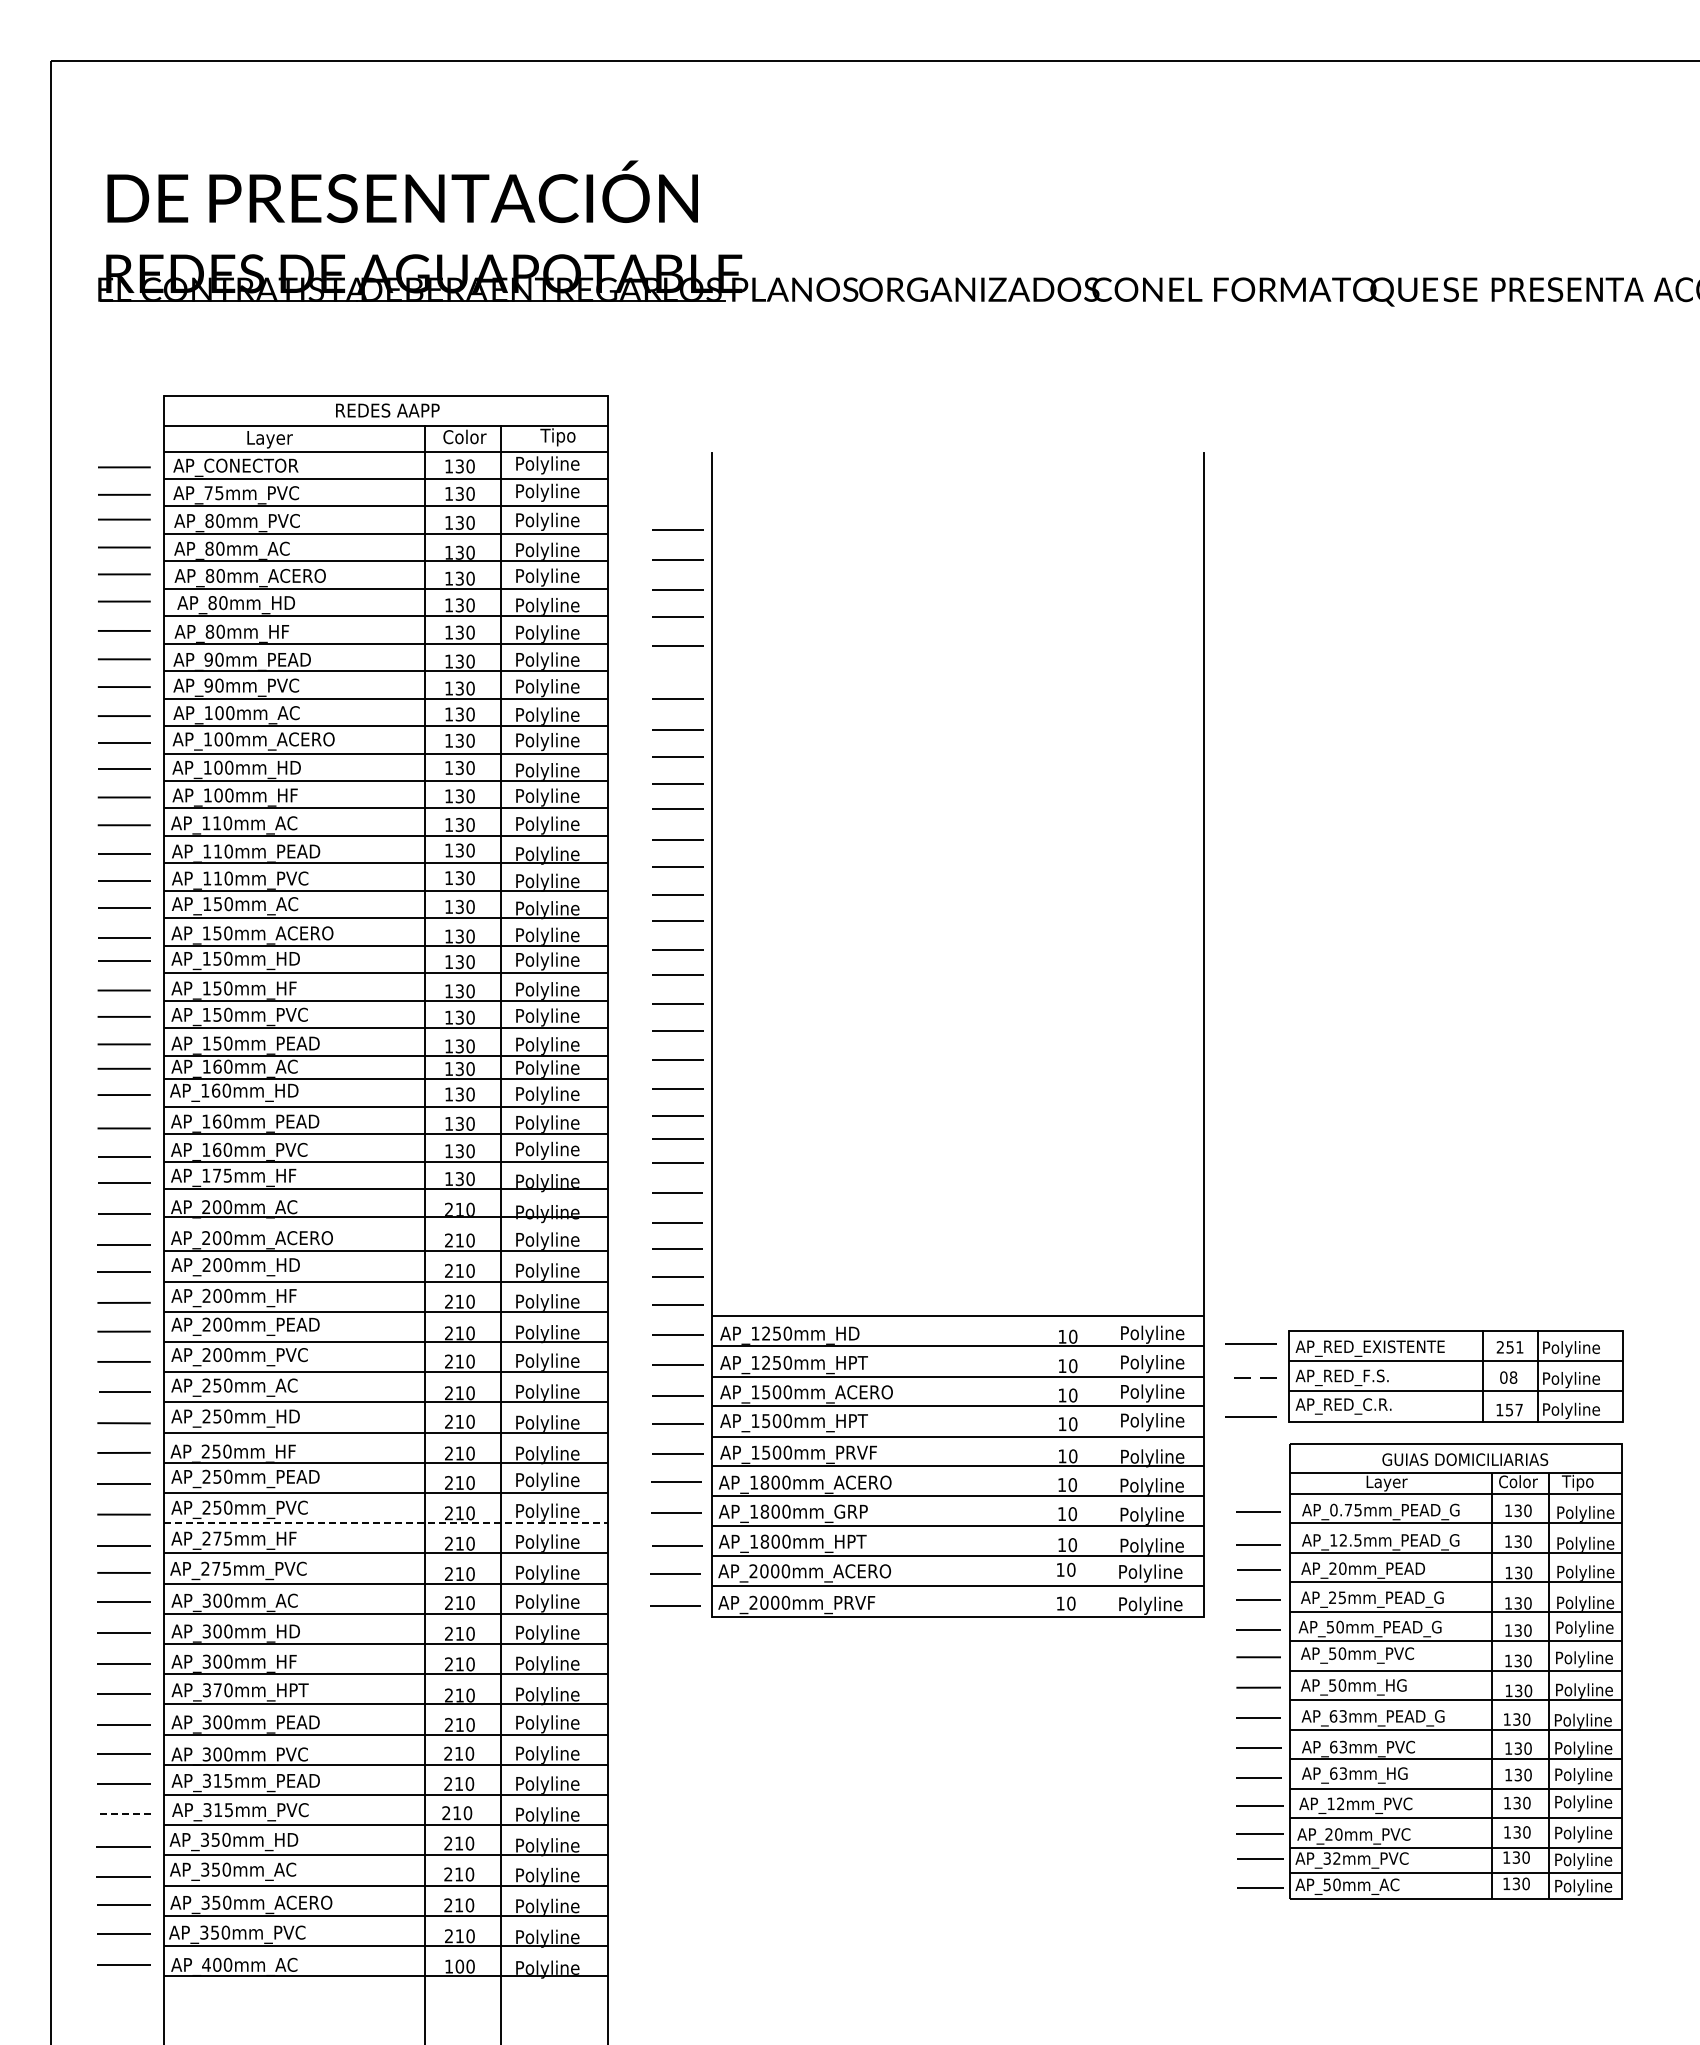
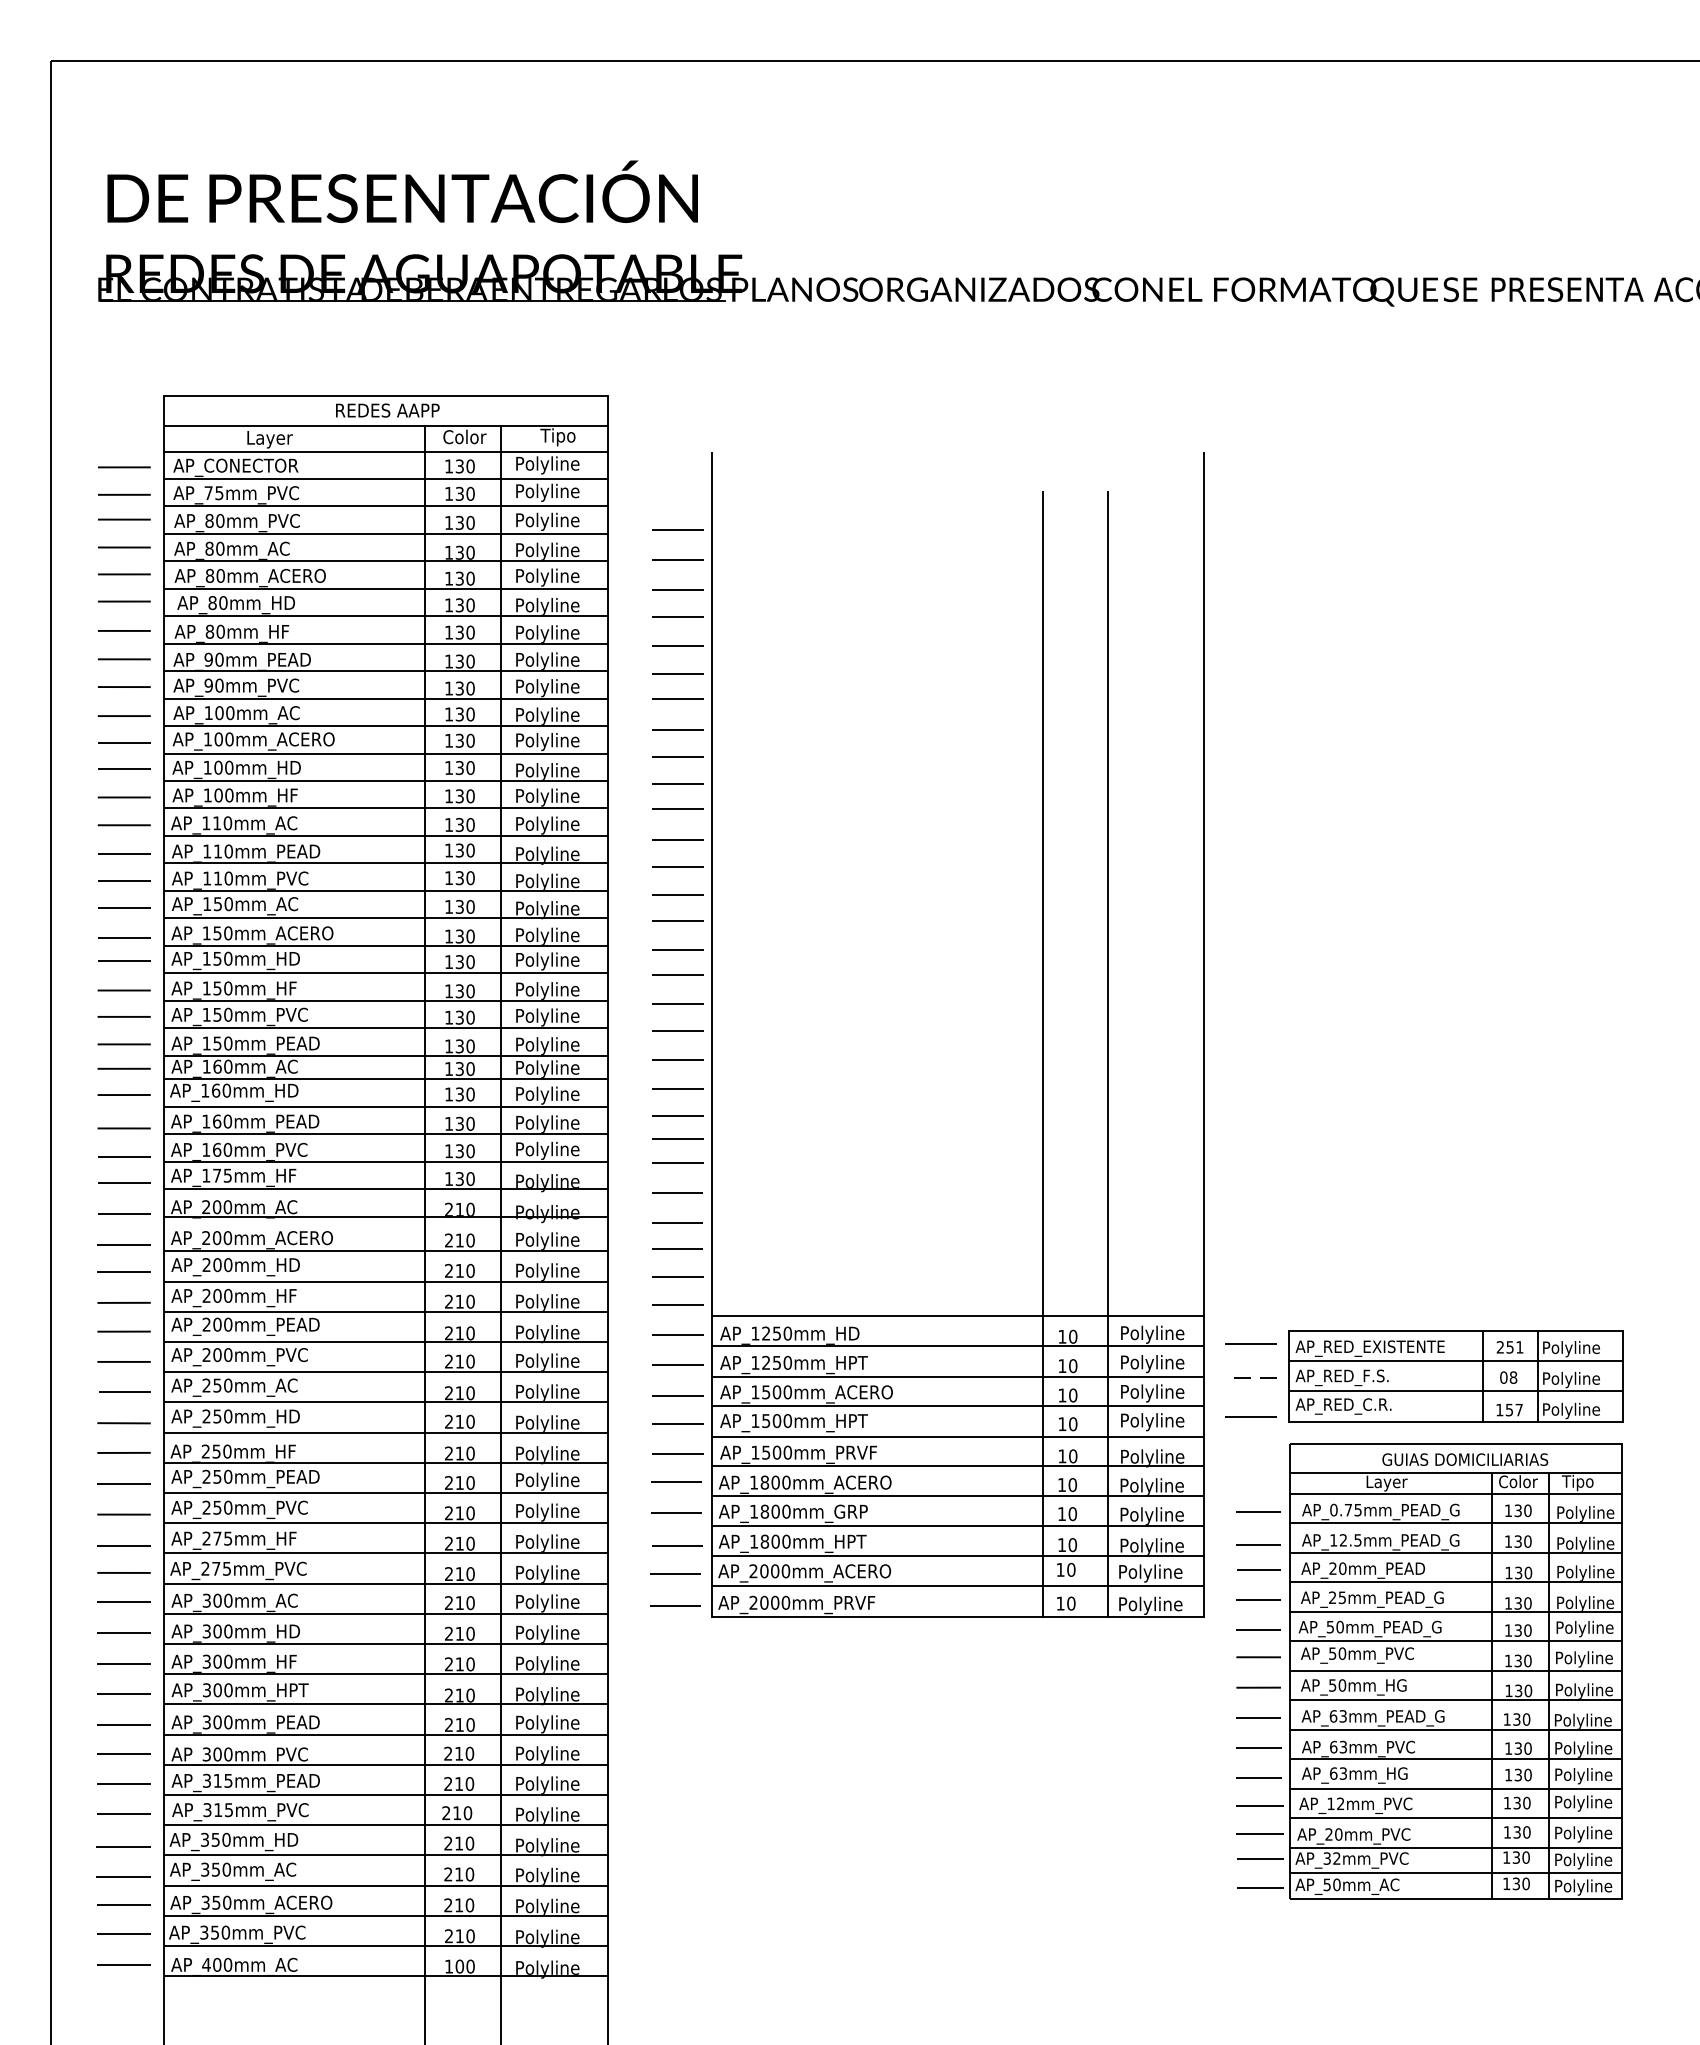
line at (677, 673): none -> present
line at (1042, 1054): none -> present
line at (1108, 1054): none -> present
line at (386, 1523): dashed -> solid
text at (217, 1690): AP_370mm_HPT -> AP_300mm_HPT
line at (123, 1813): dashed -> solid
